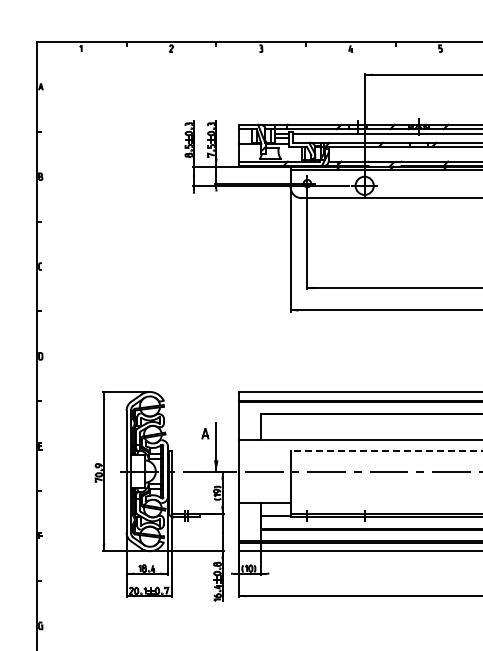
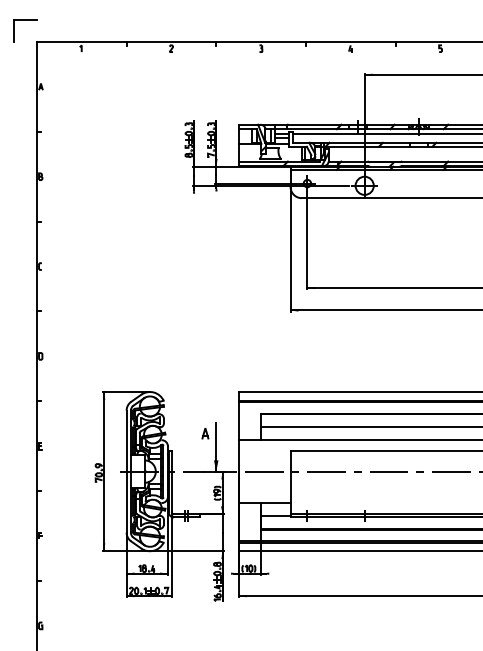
part at (25, 20): none -> present
line at (370, 427): none -> present
line at (386, 451): dashed -> solid
